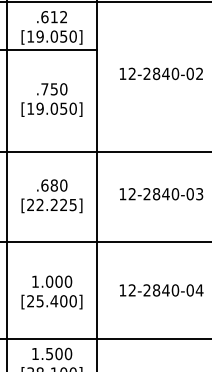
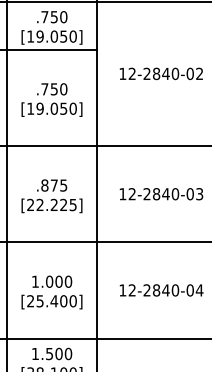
text at (54, 17): .612 -> .750
line at (105, 152) position: (105, 152) -> (105, 146)
text at (54, 185): .680 -> .875
